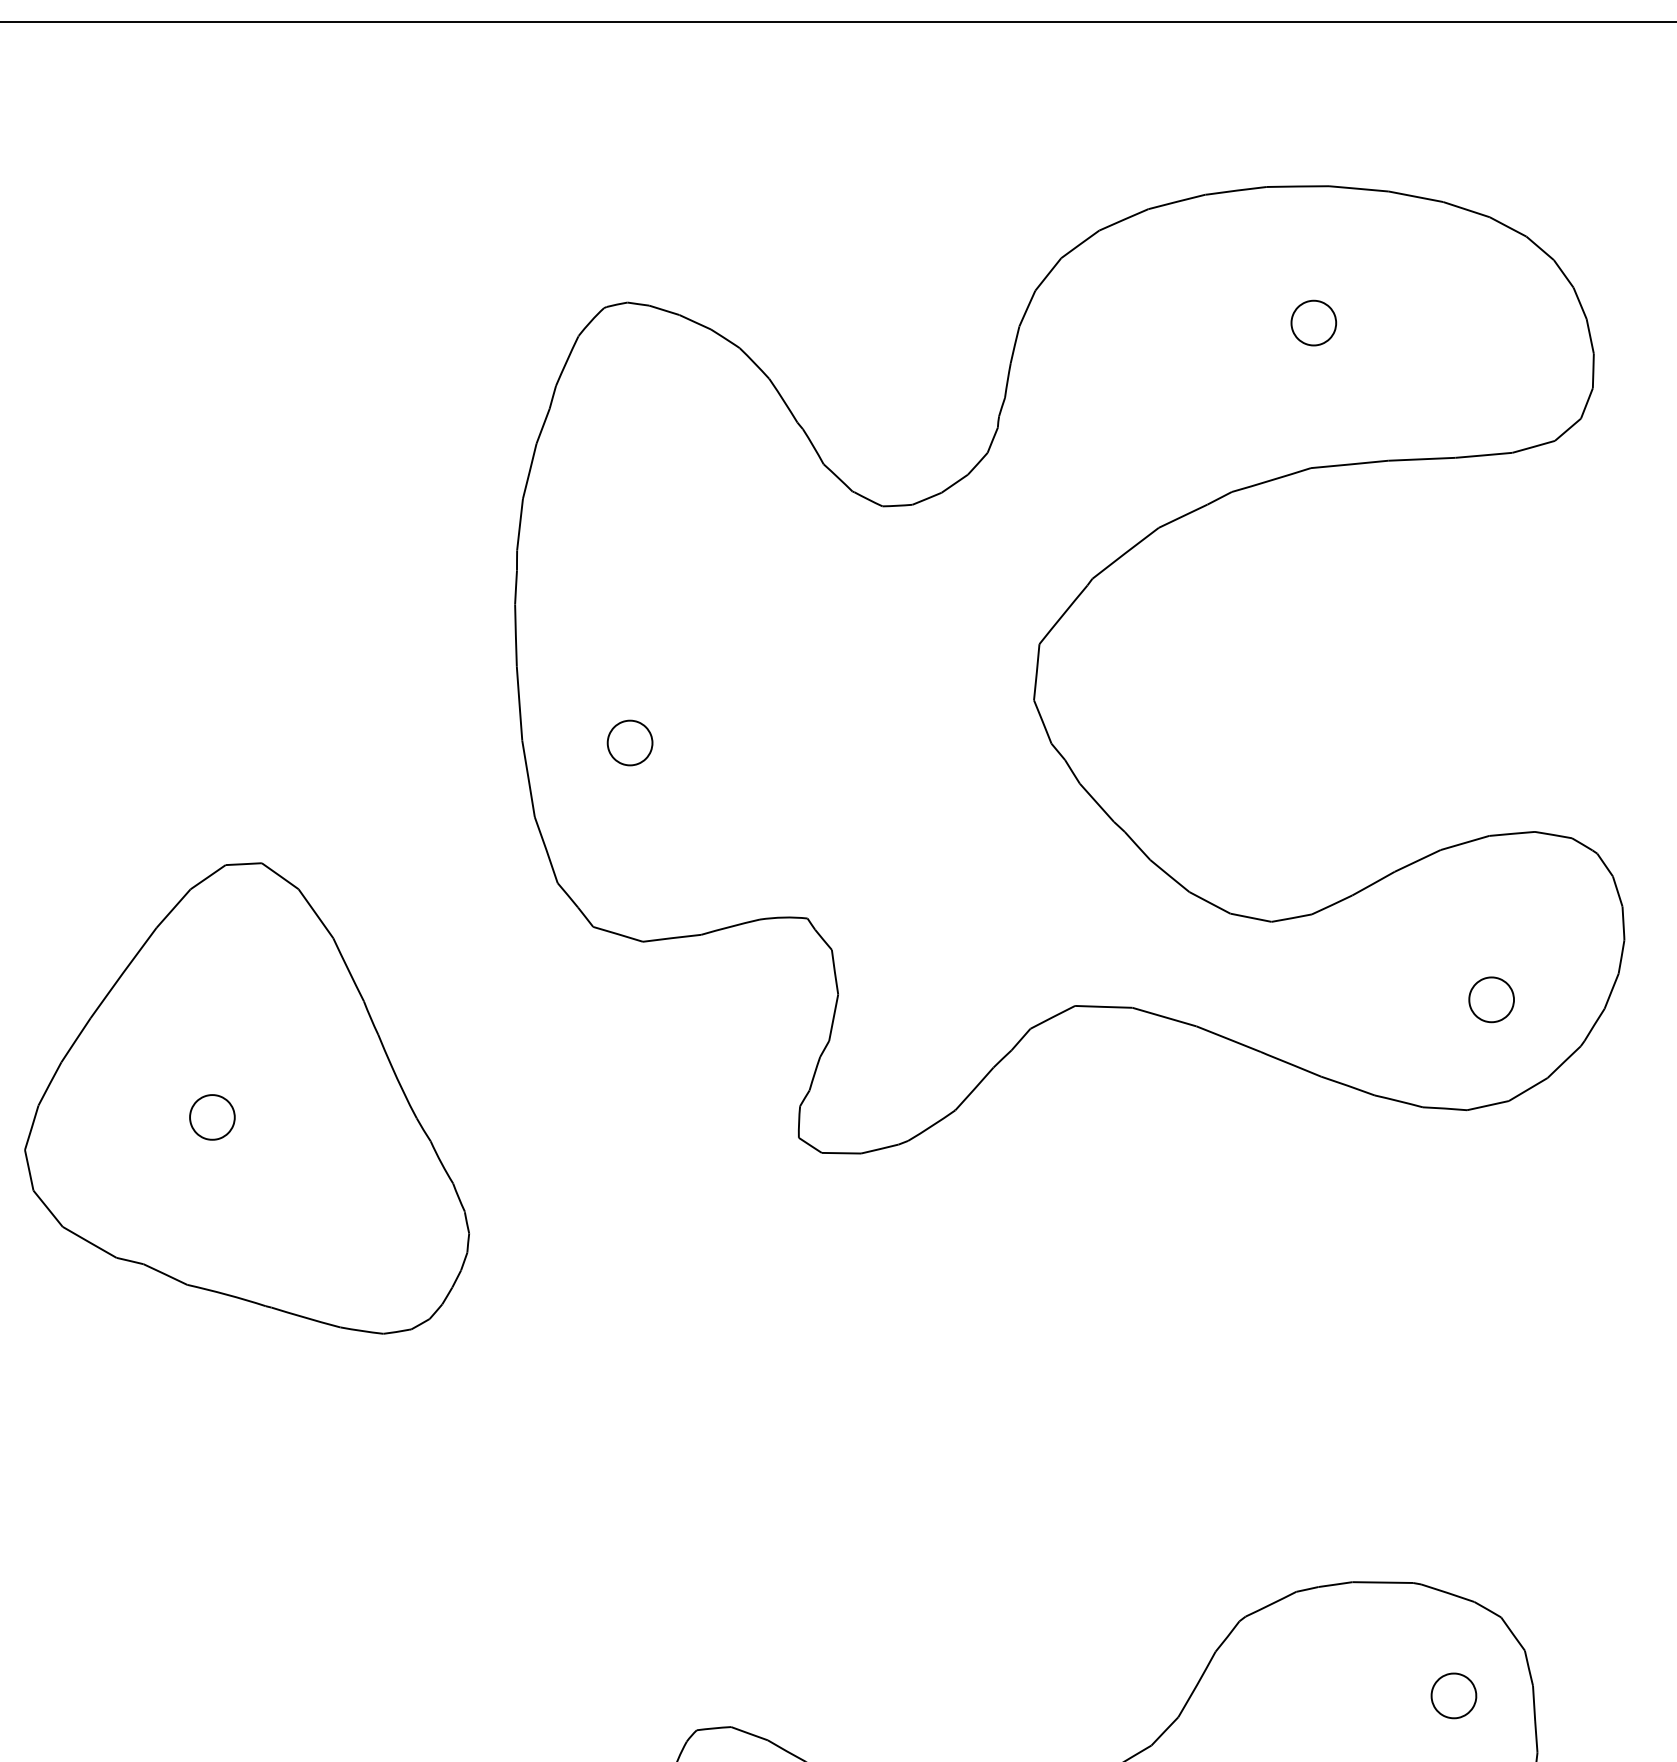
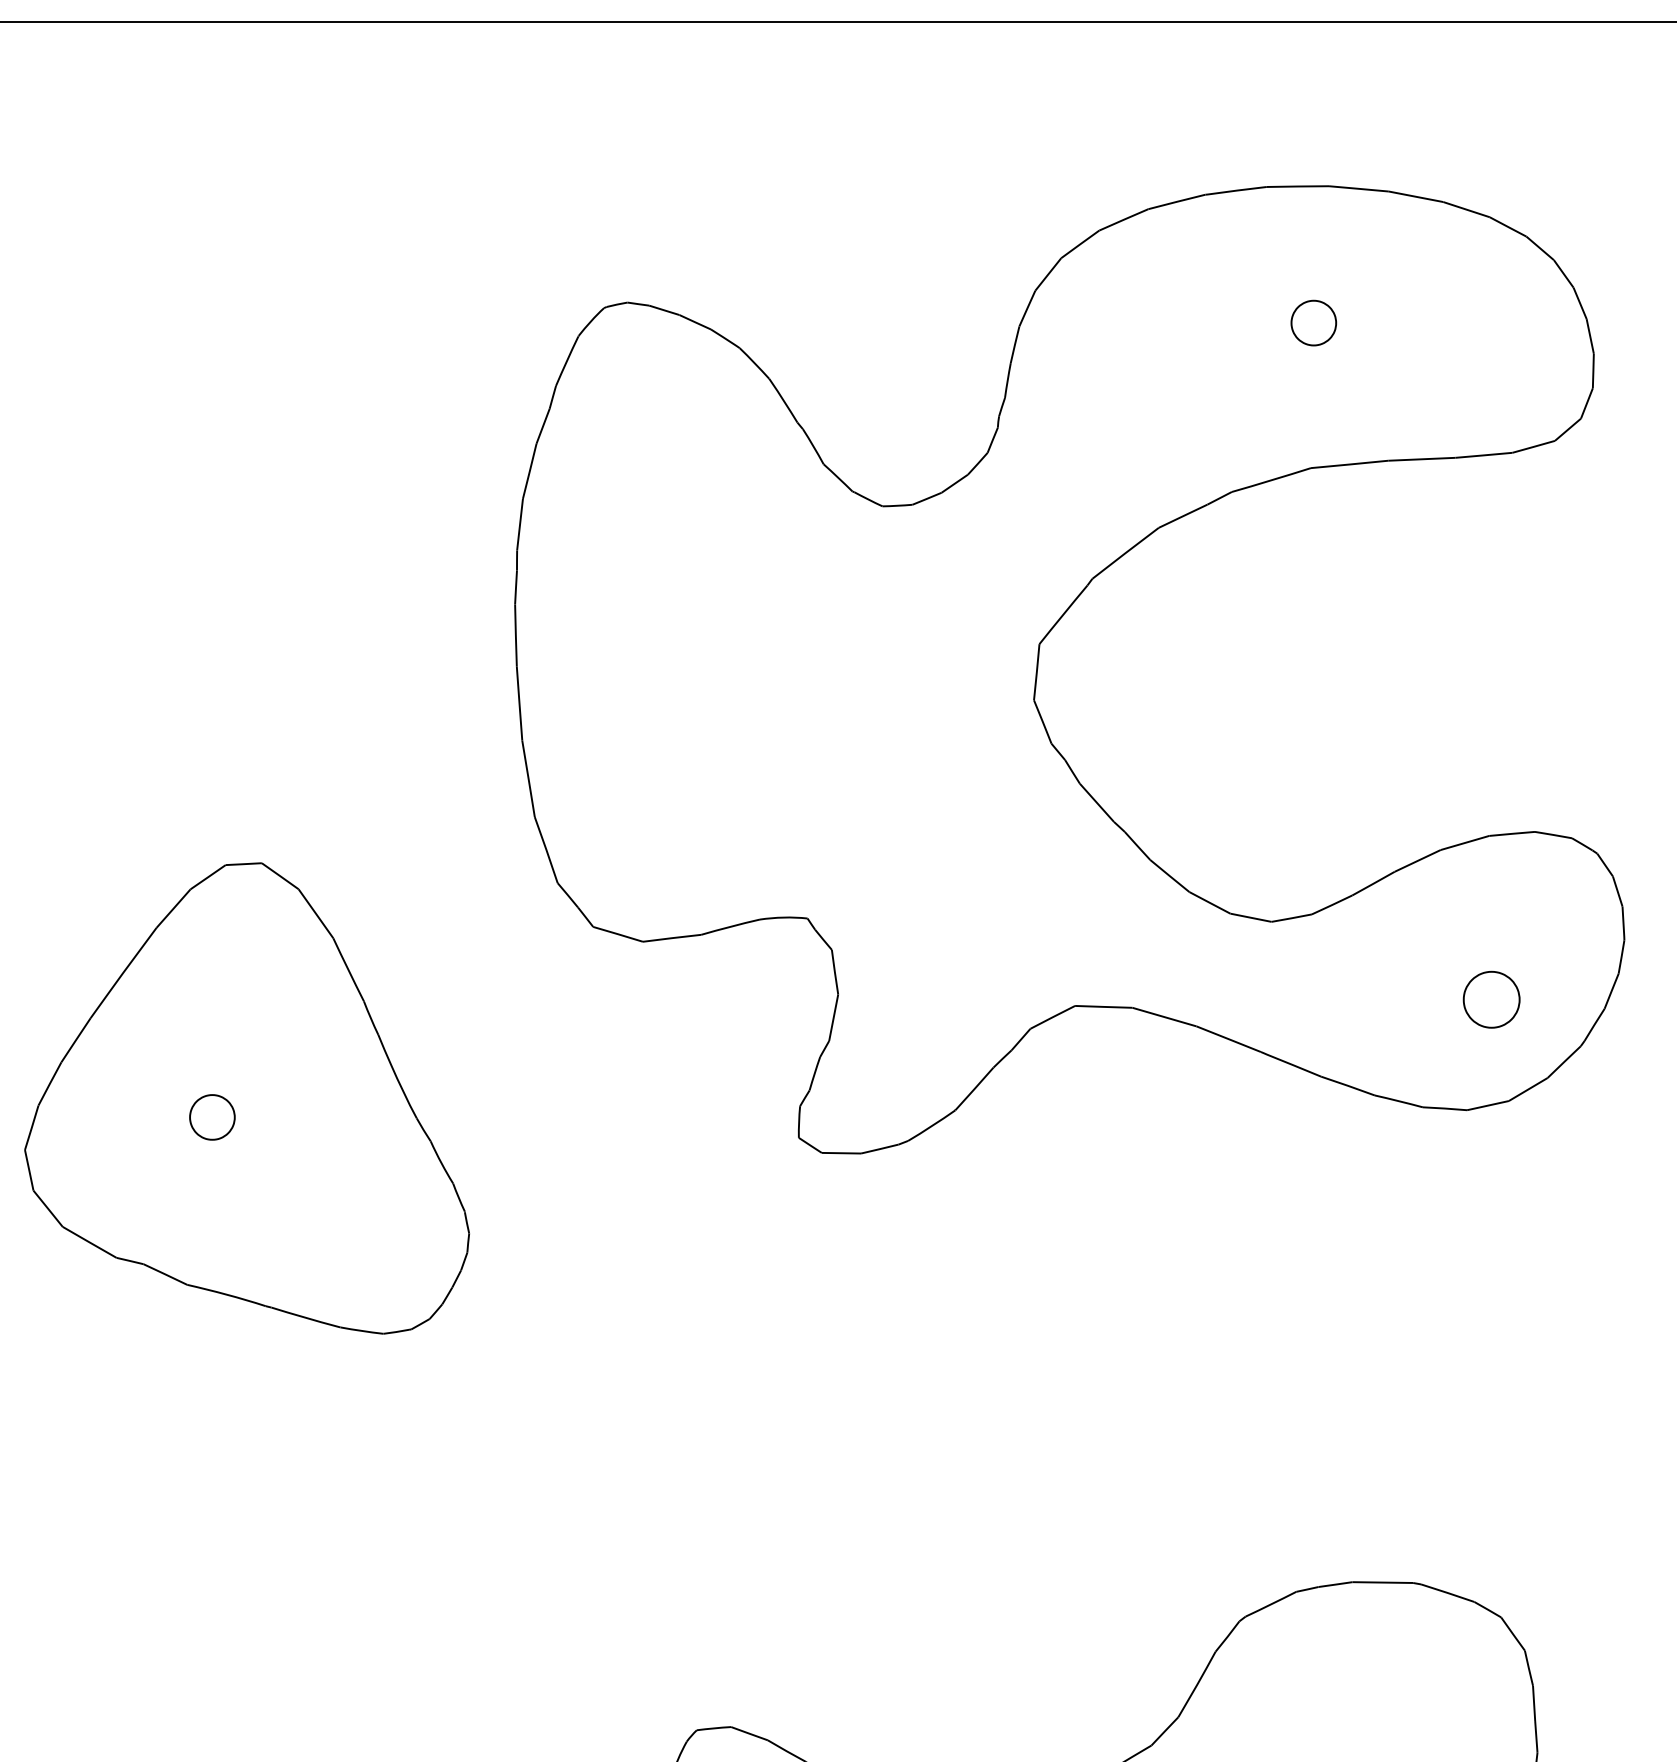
part at (629, 742): present -> none
part at (1491, 999) size: 47x48 px -> 59x59 px
part at (1453, 1695): present -> none
